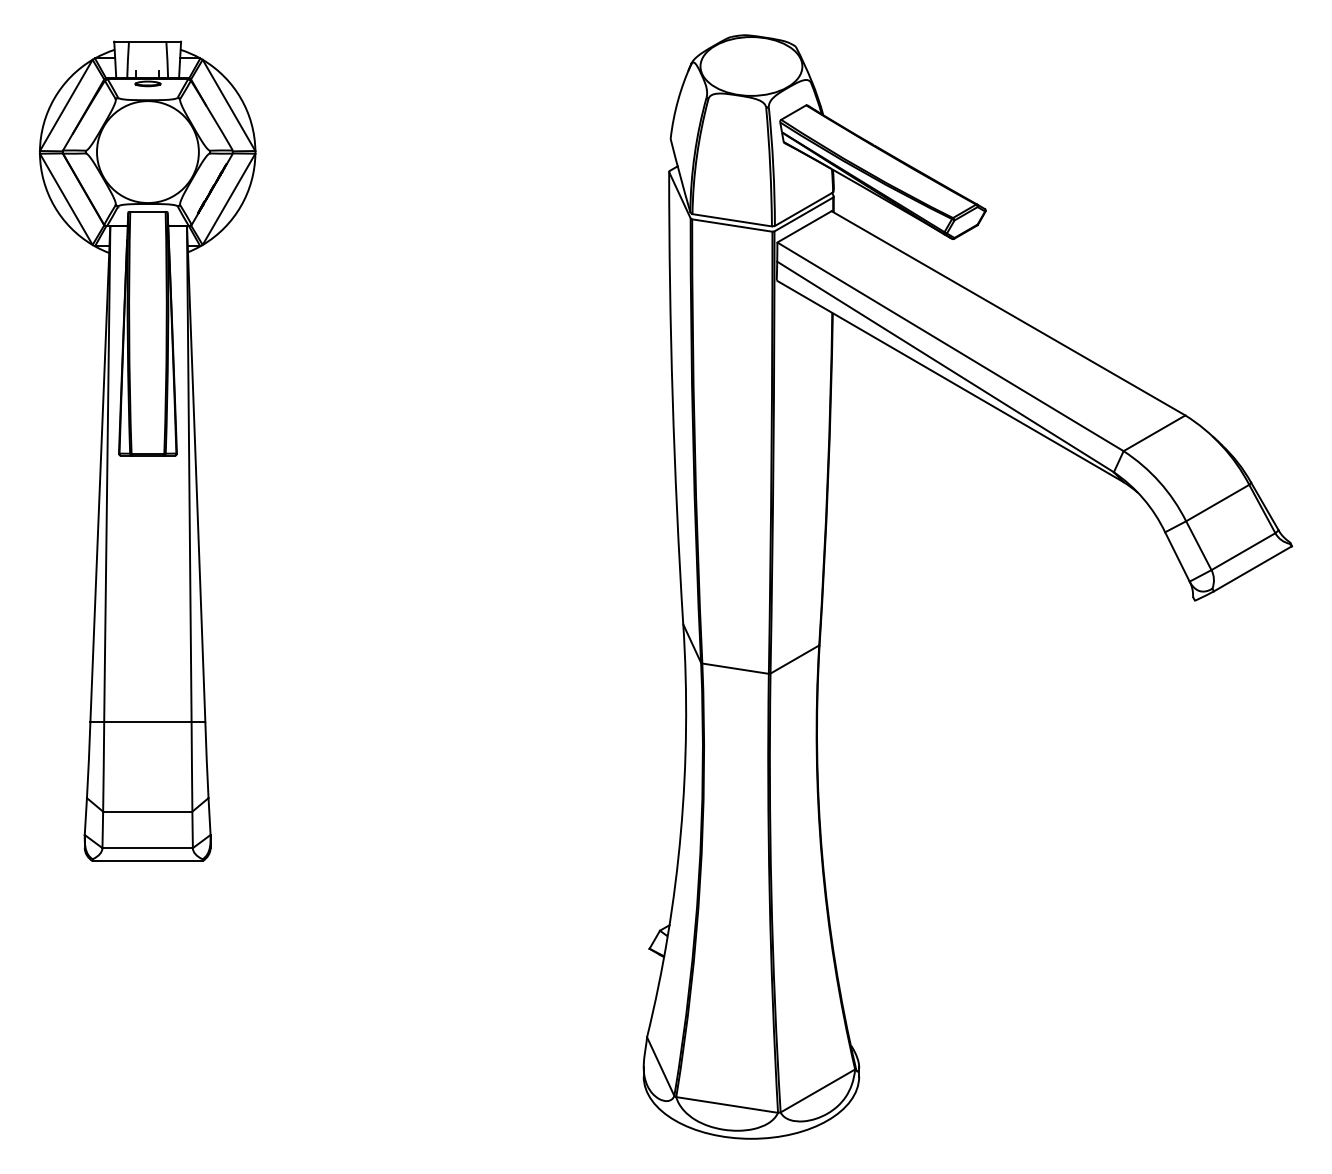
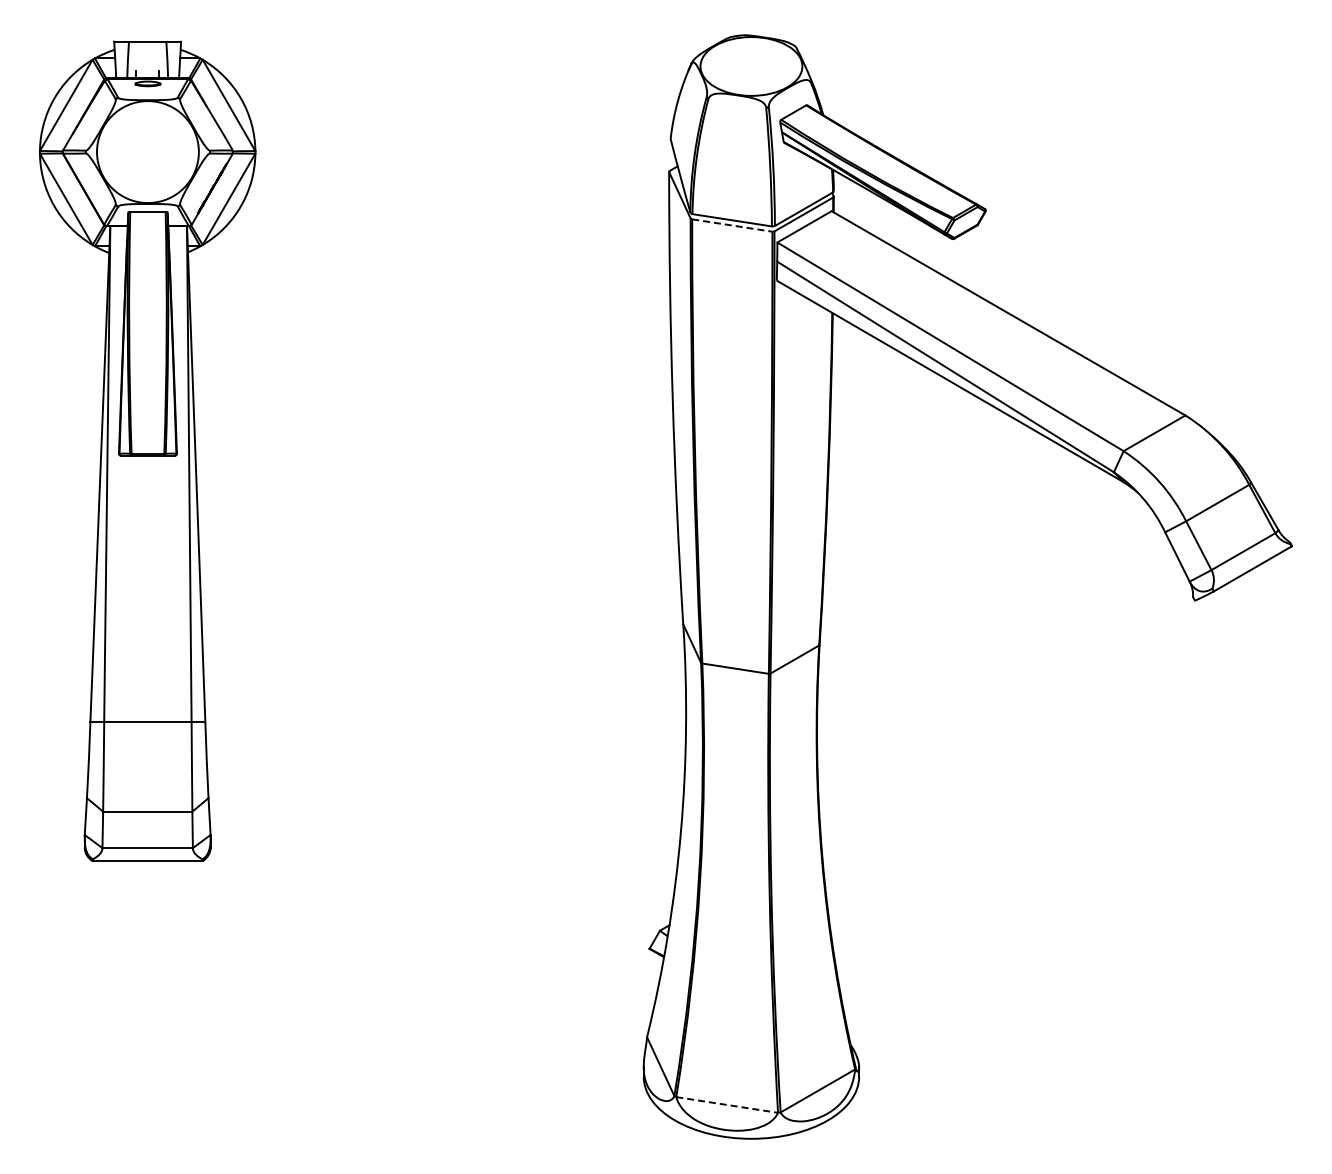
line at (732, 225): solid -> dashed
line at (727, 1105): solid -> dashed
